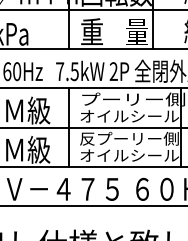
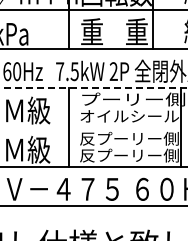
text at (136, 30): 量 -> 重
line at (94, 88): solid -> dashed
line at (93, 127): present -> none
text at (129, 155): オイルシール -> 反プーリー側
